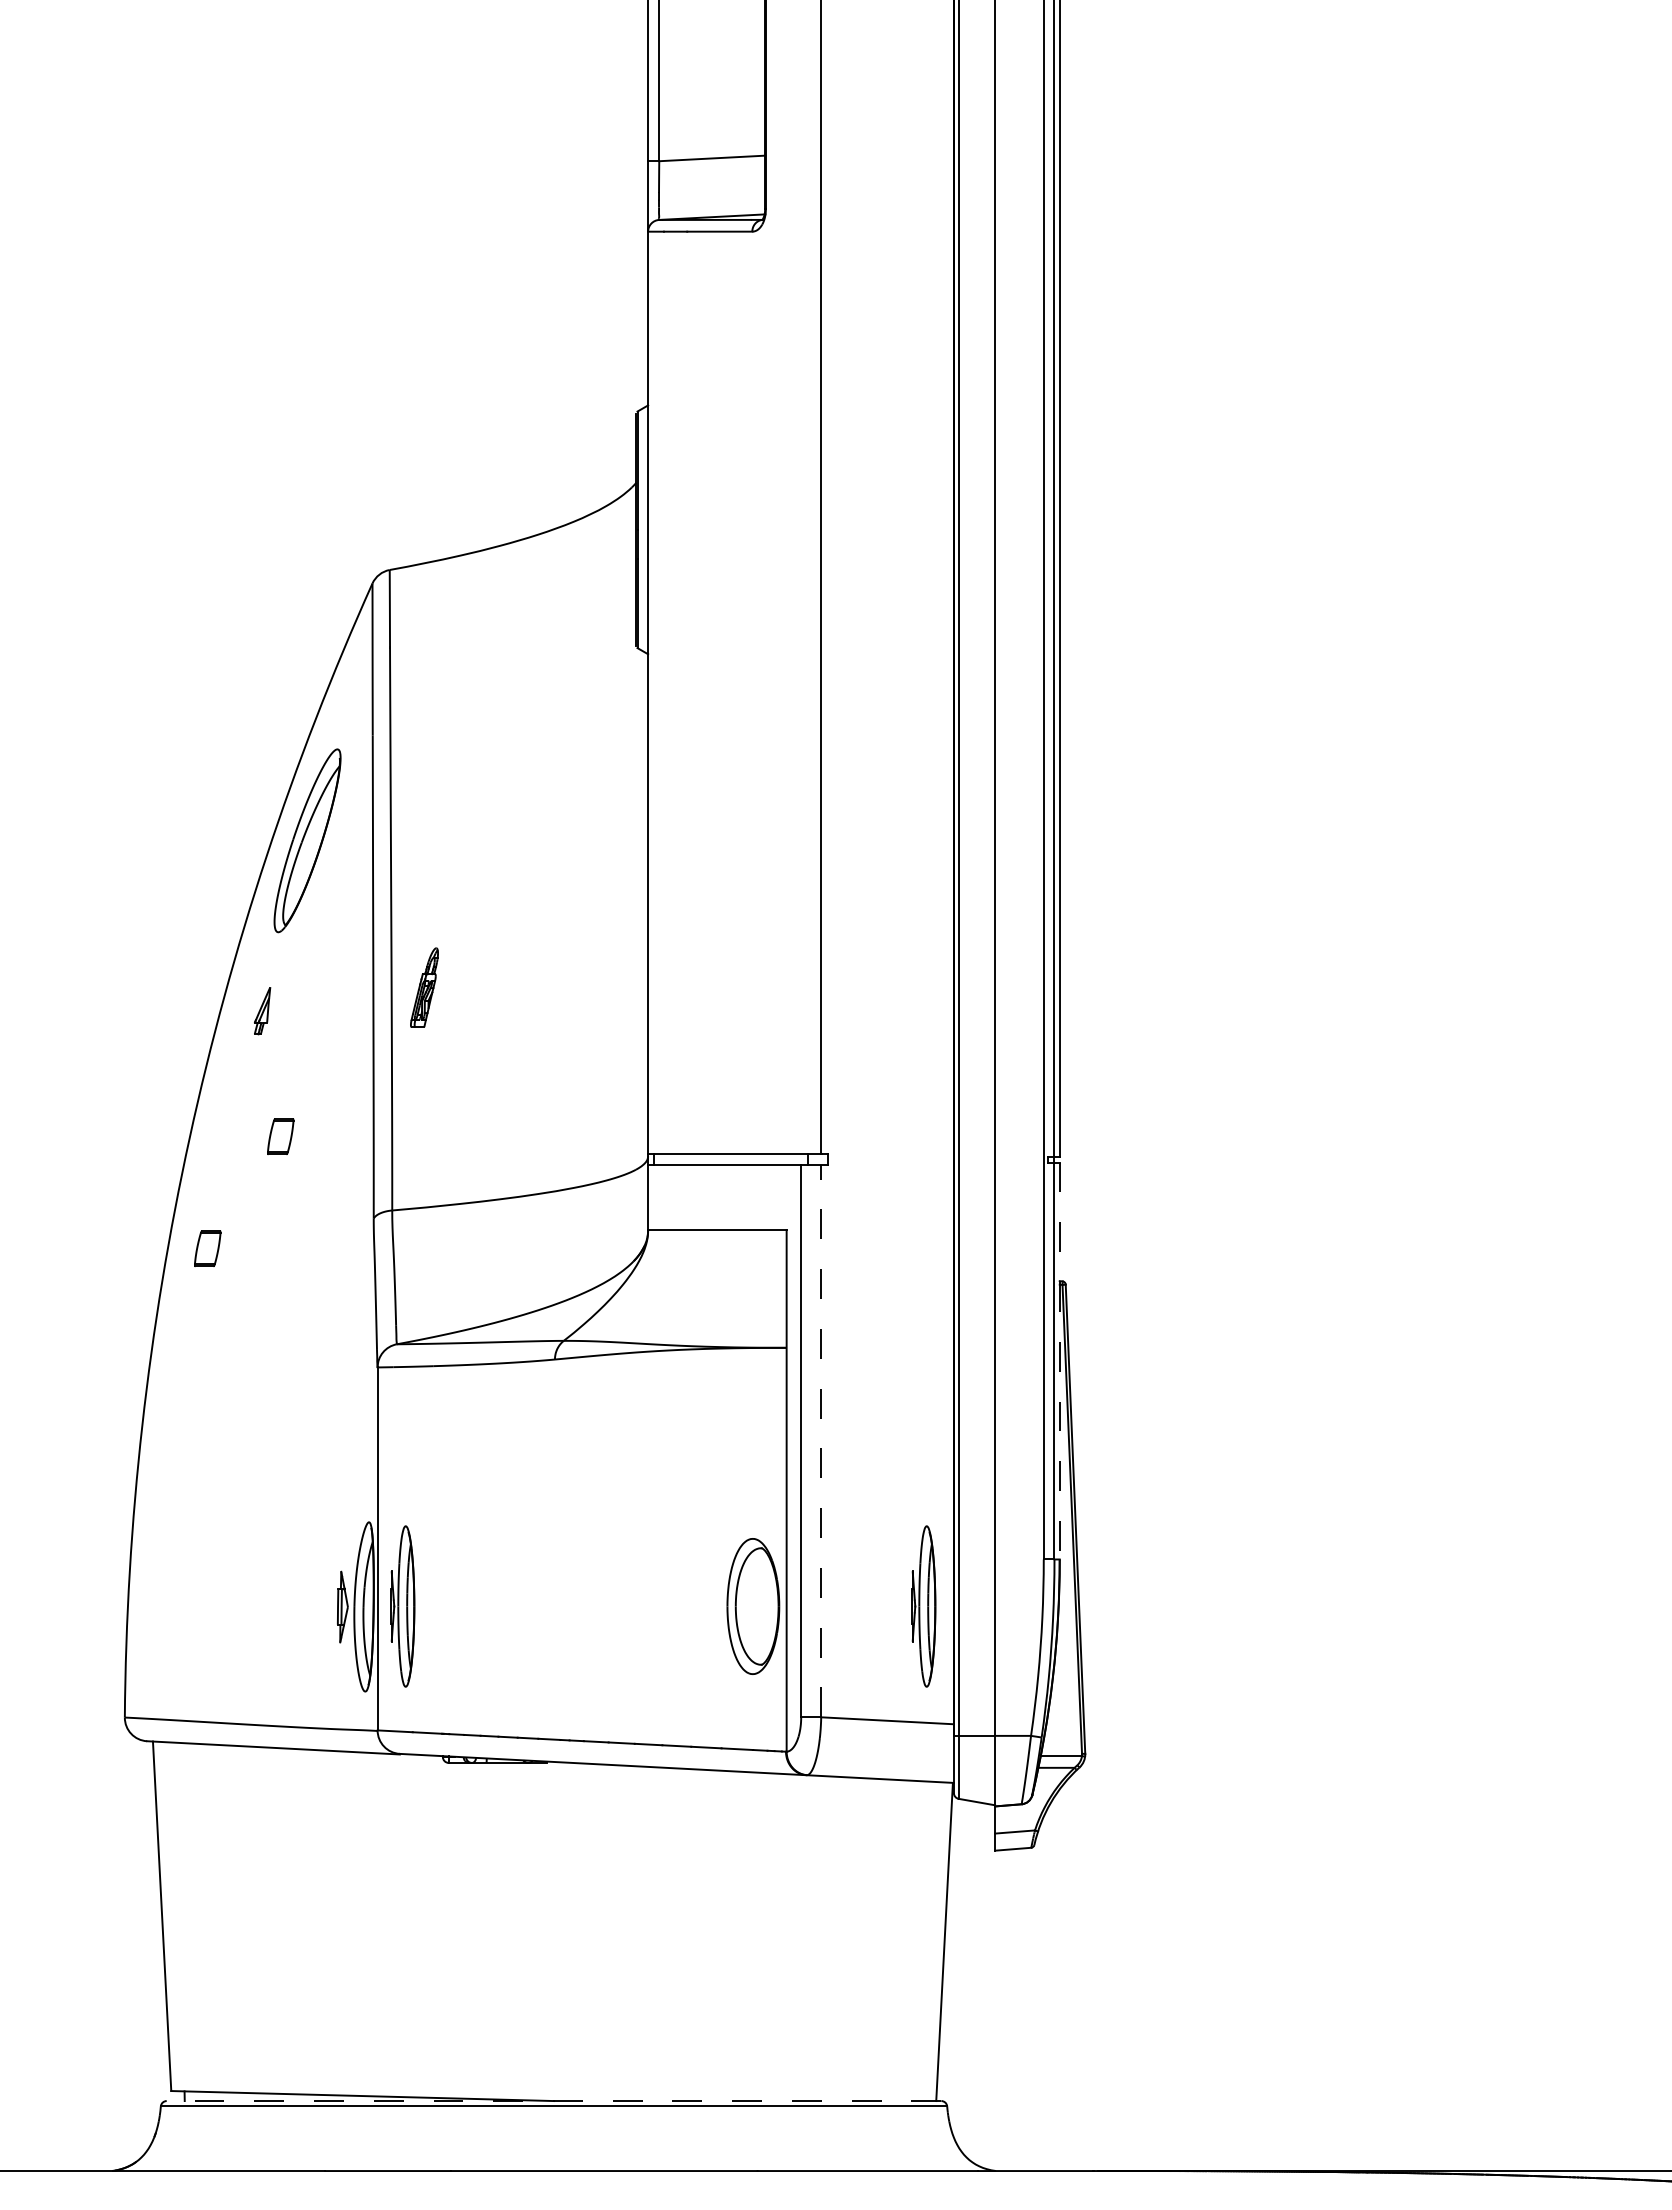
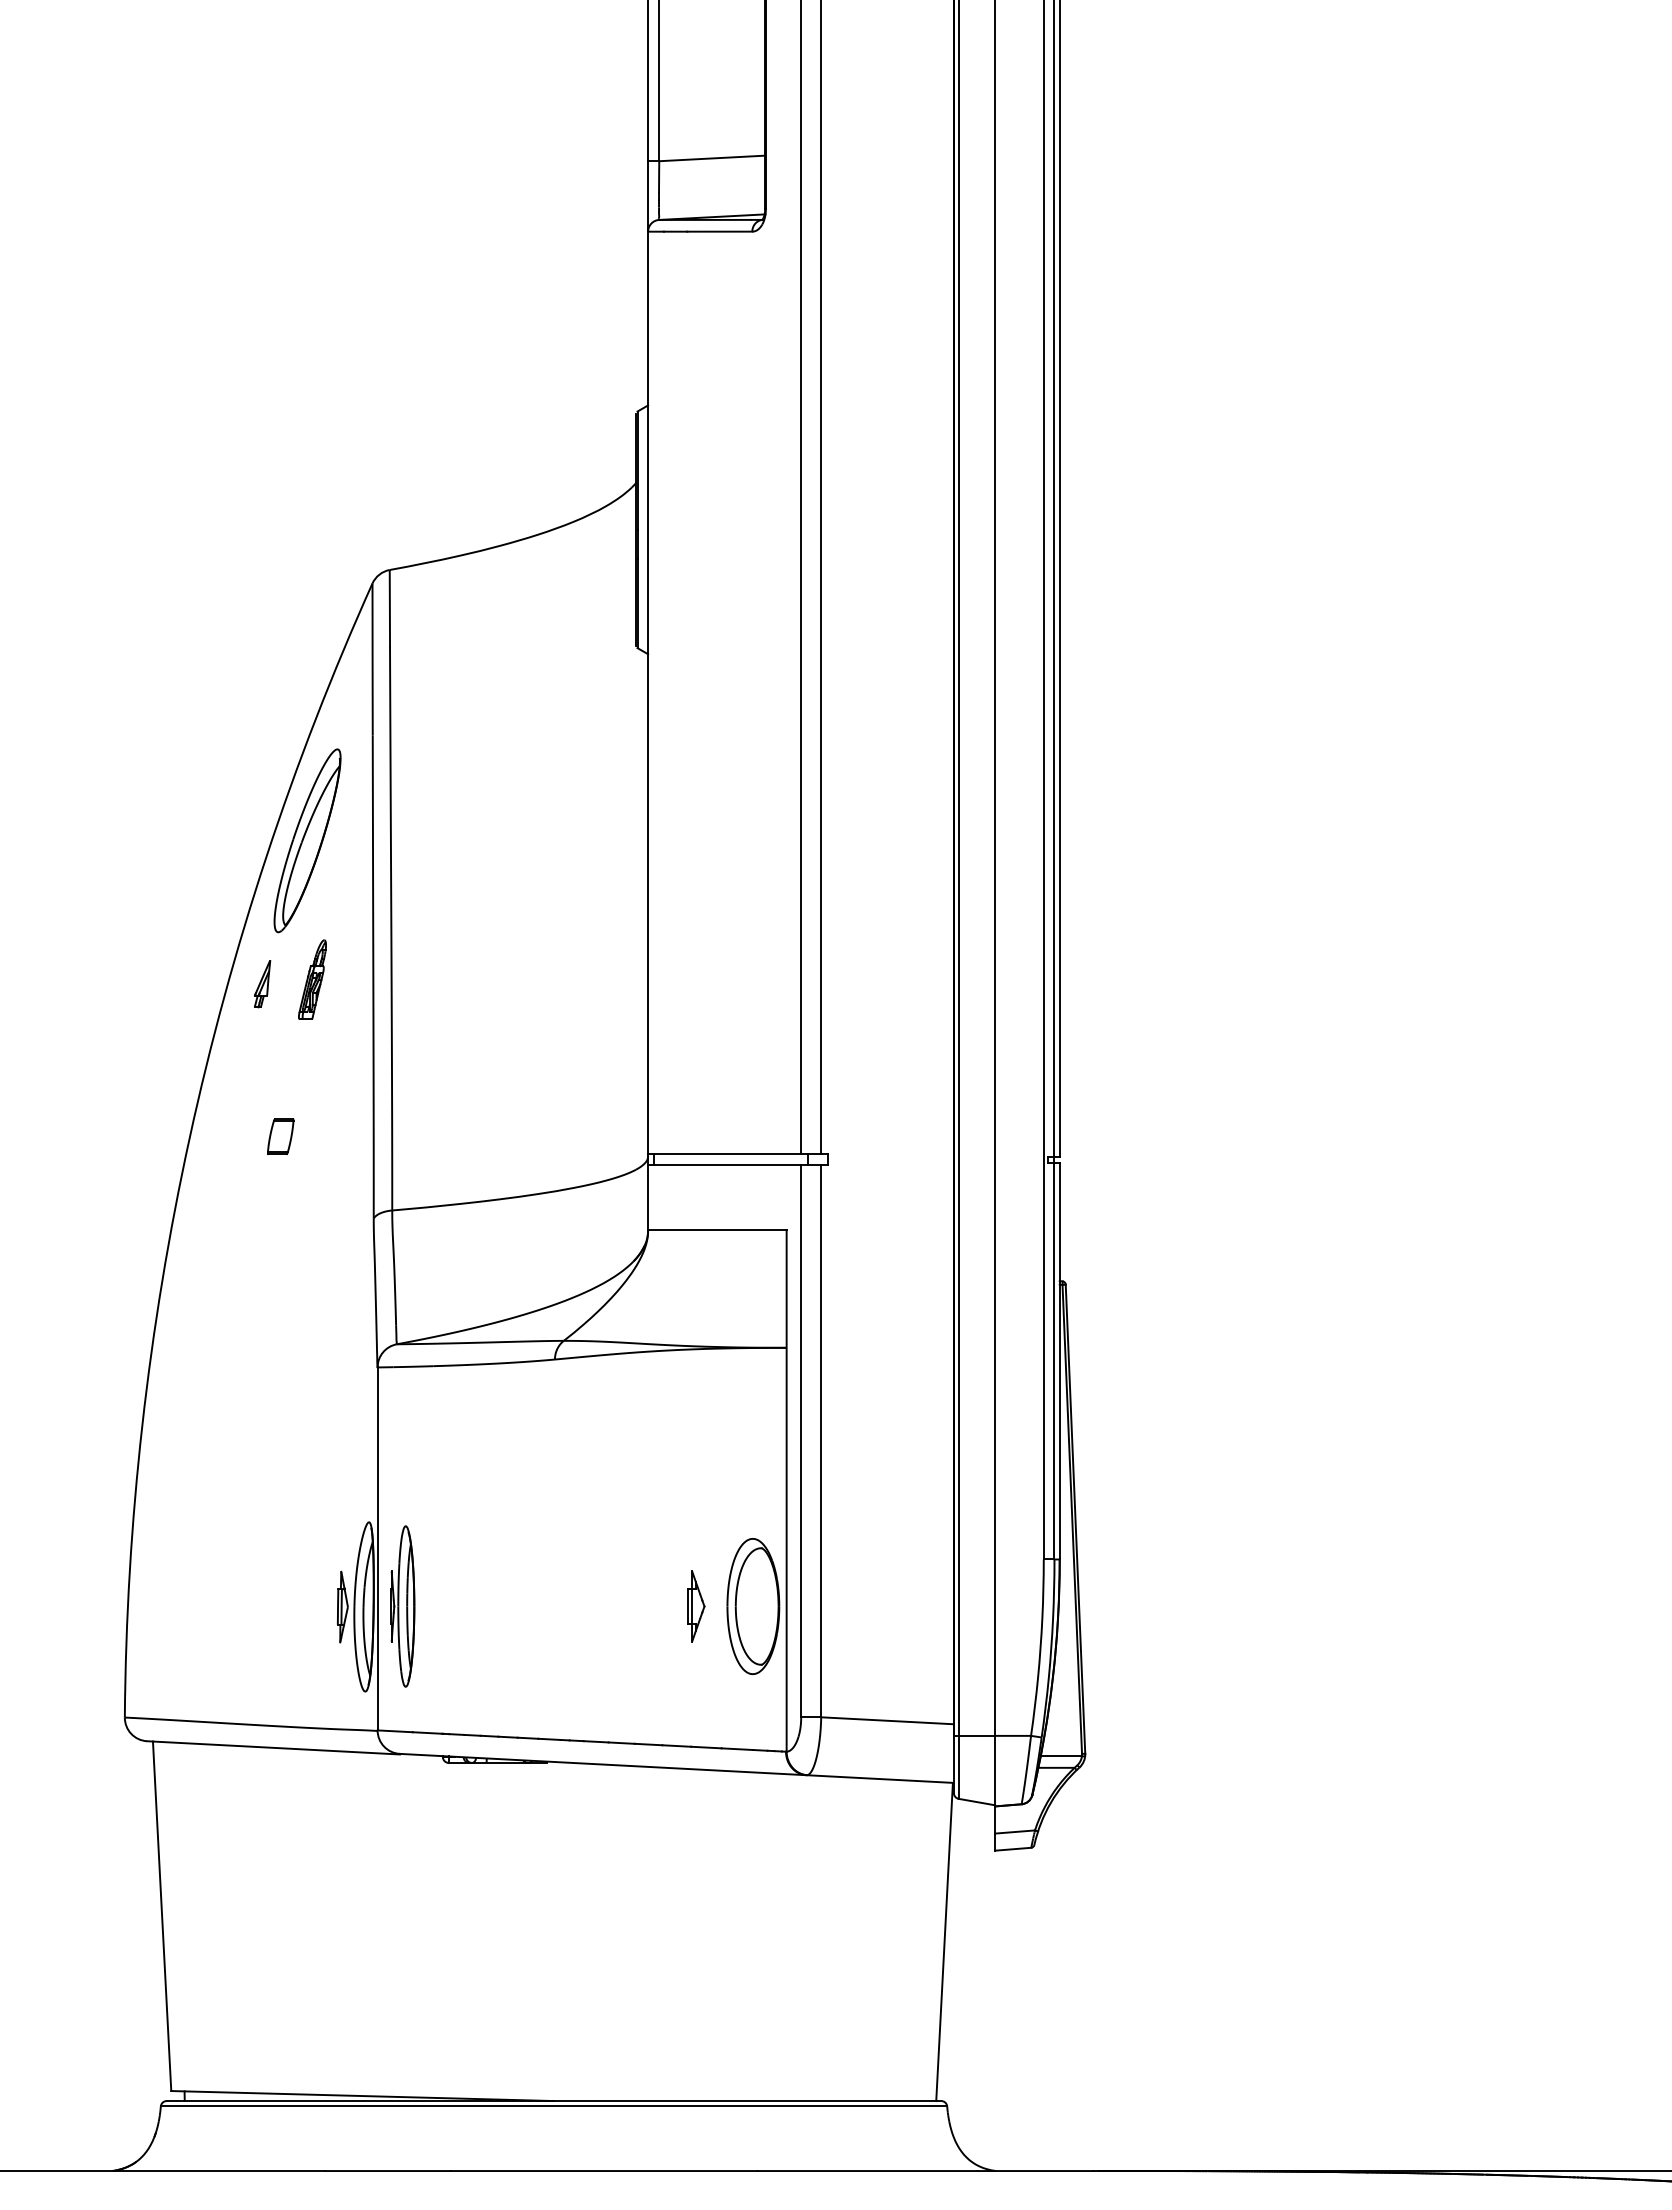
line at (801, 577): none -> present
part at (424, 987) position: (424, 987) -> (312, 979)
part at (262, 1011) position: (262, 1011) -> (262, 984)
part at (207, 1248): present -> none
line at (1059, 1361): dashed -> solid
line at (821, 1441): dashed -> solid
part at (696, 1606): none -> present
part at (923, 1606): present -> none
line at (553, 2101): dashed -> solid
